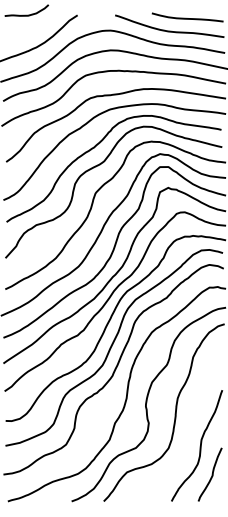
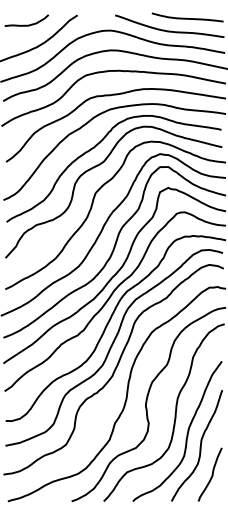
curve at (26, 14) position: (26, 14) -> (26, 24)
curve at (186, 434): none -> present
